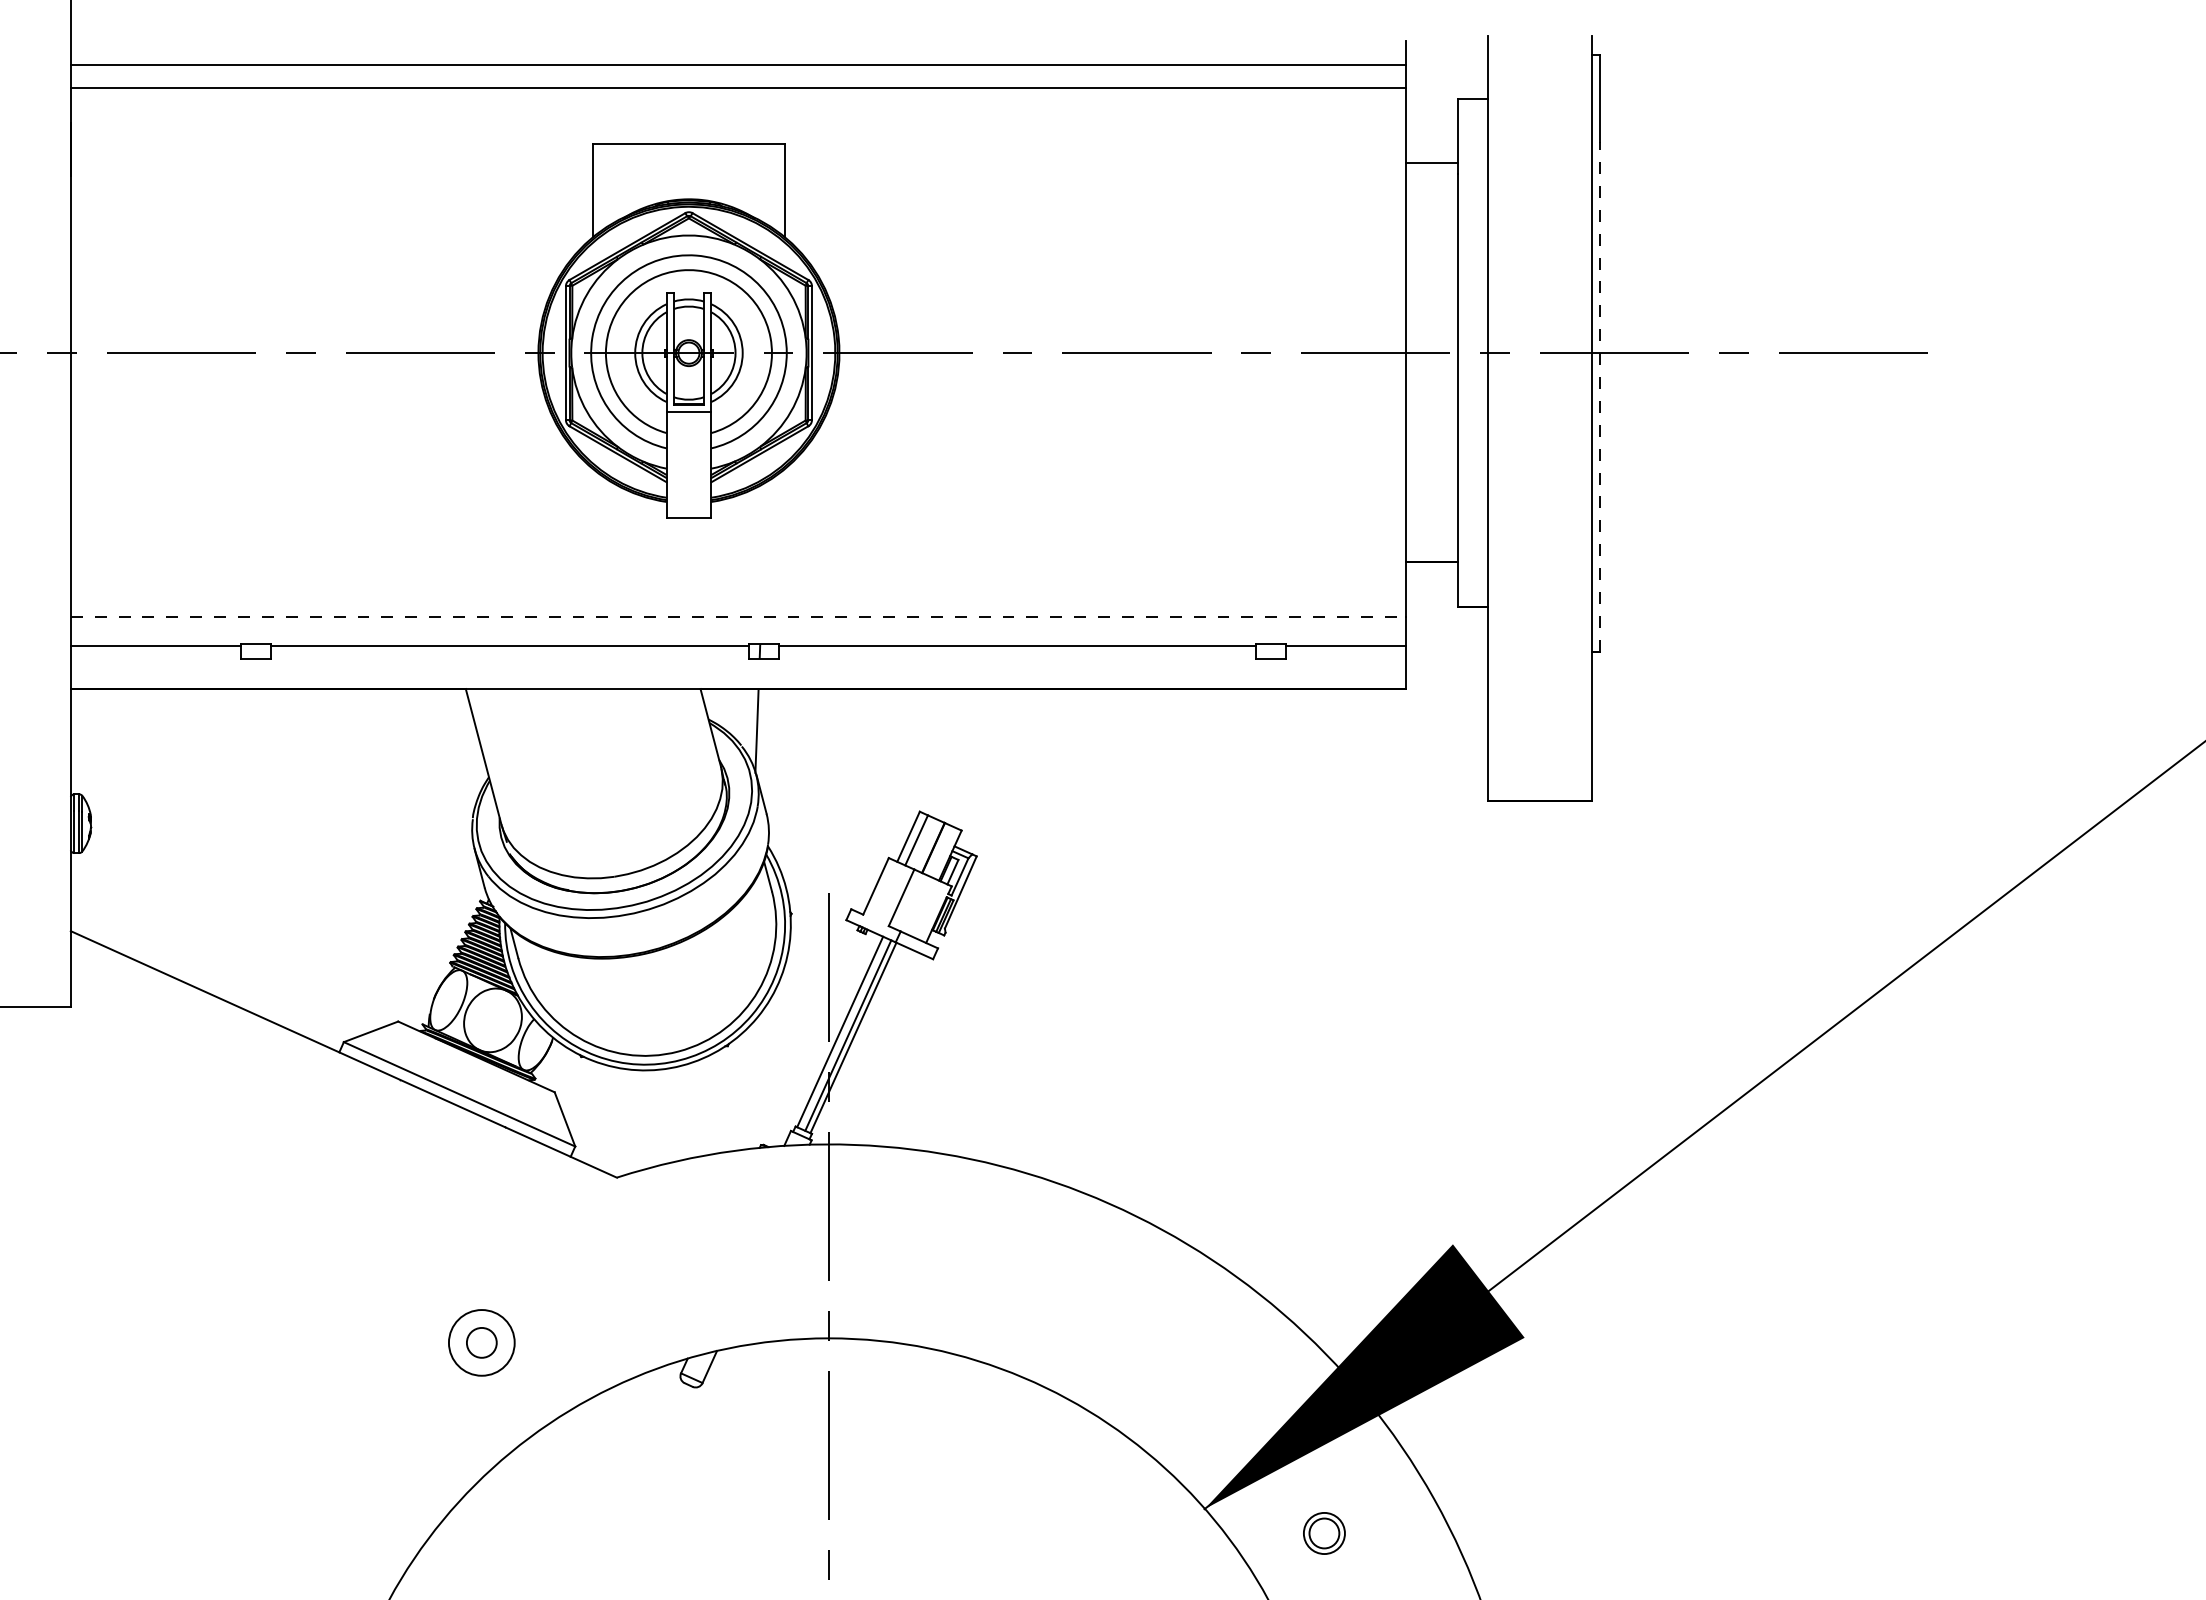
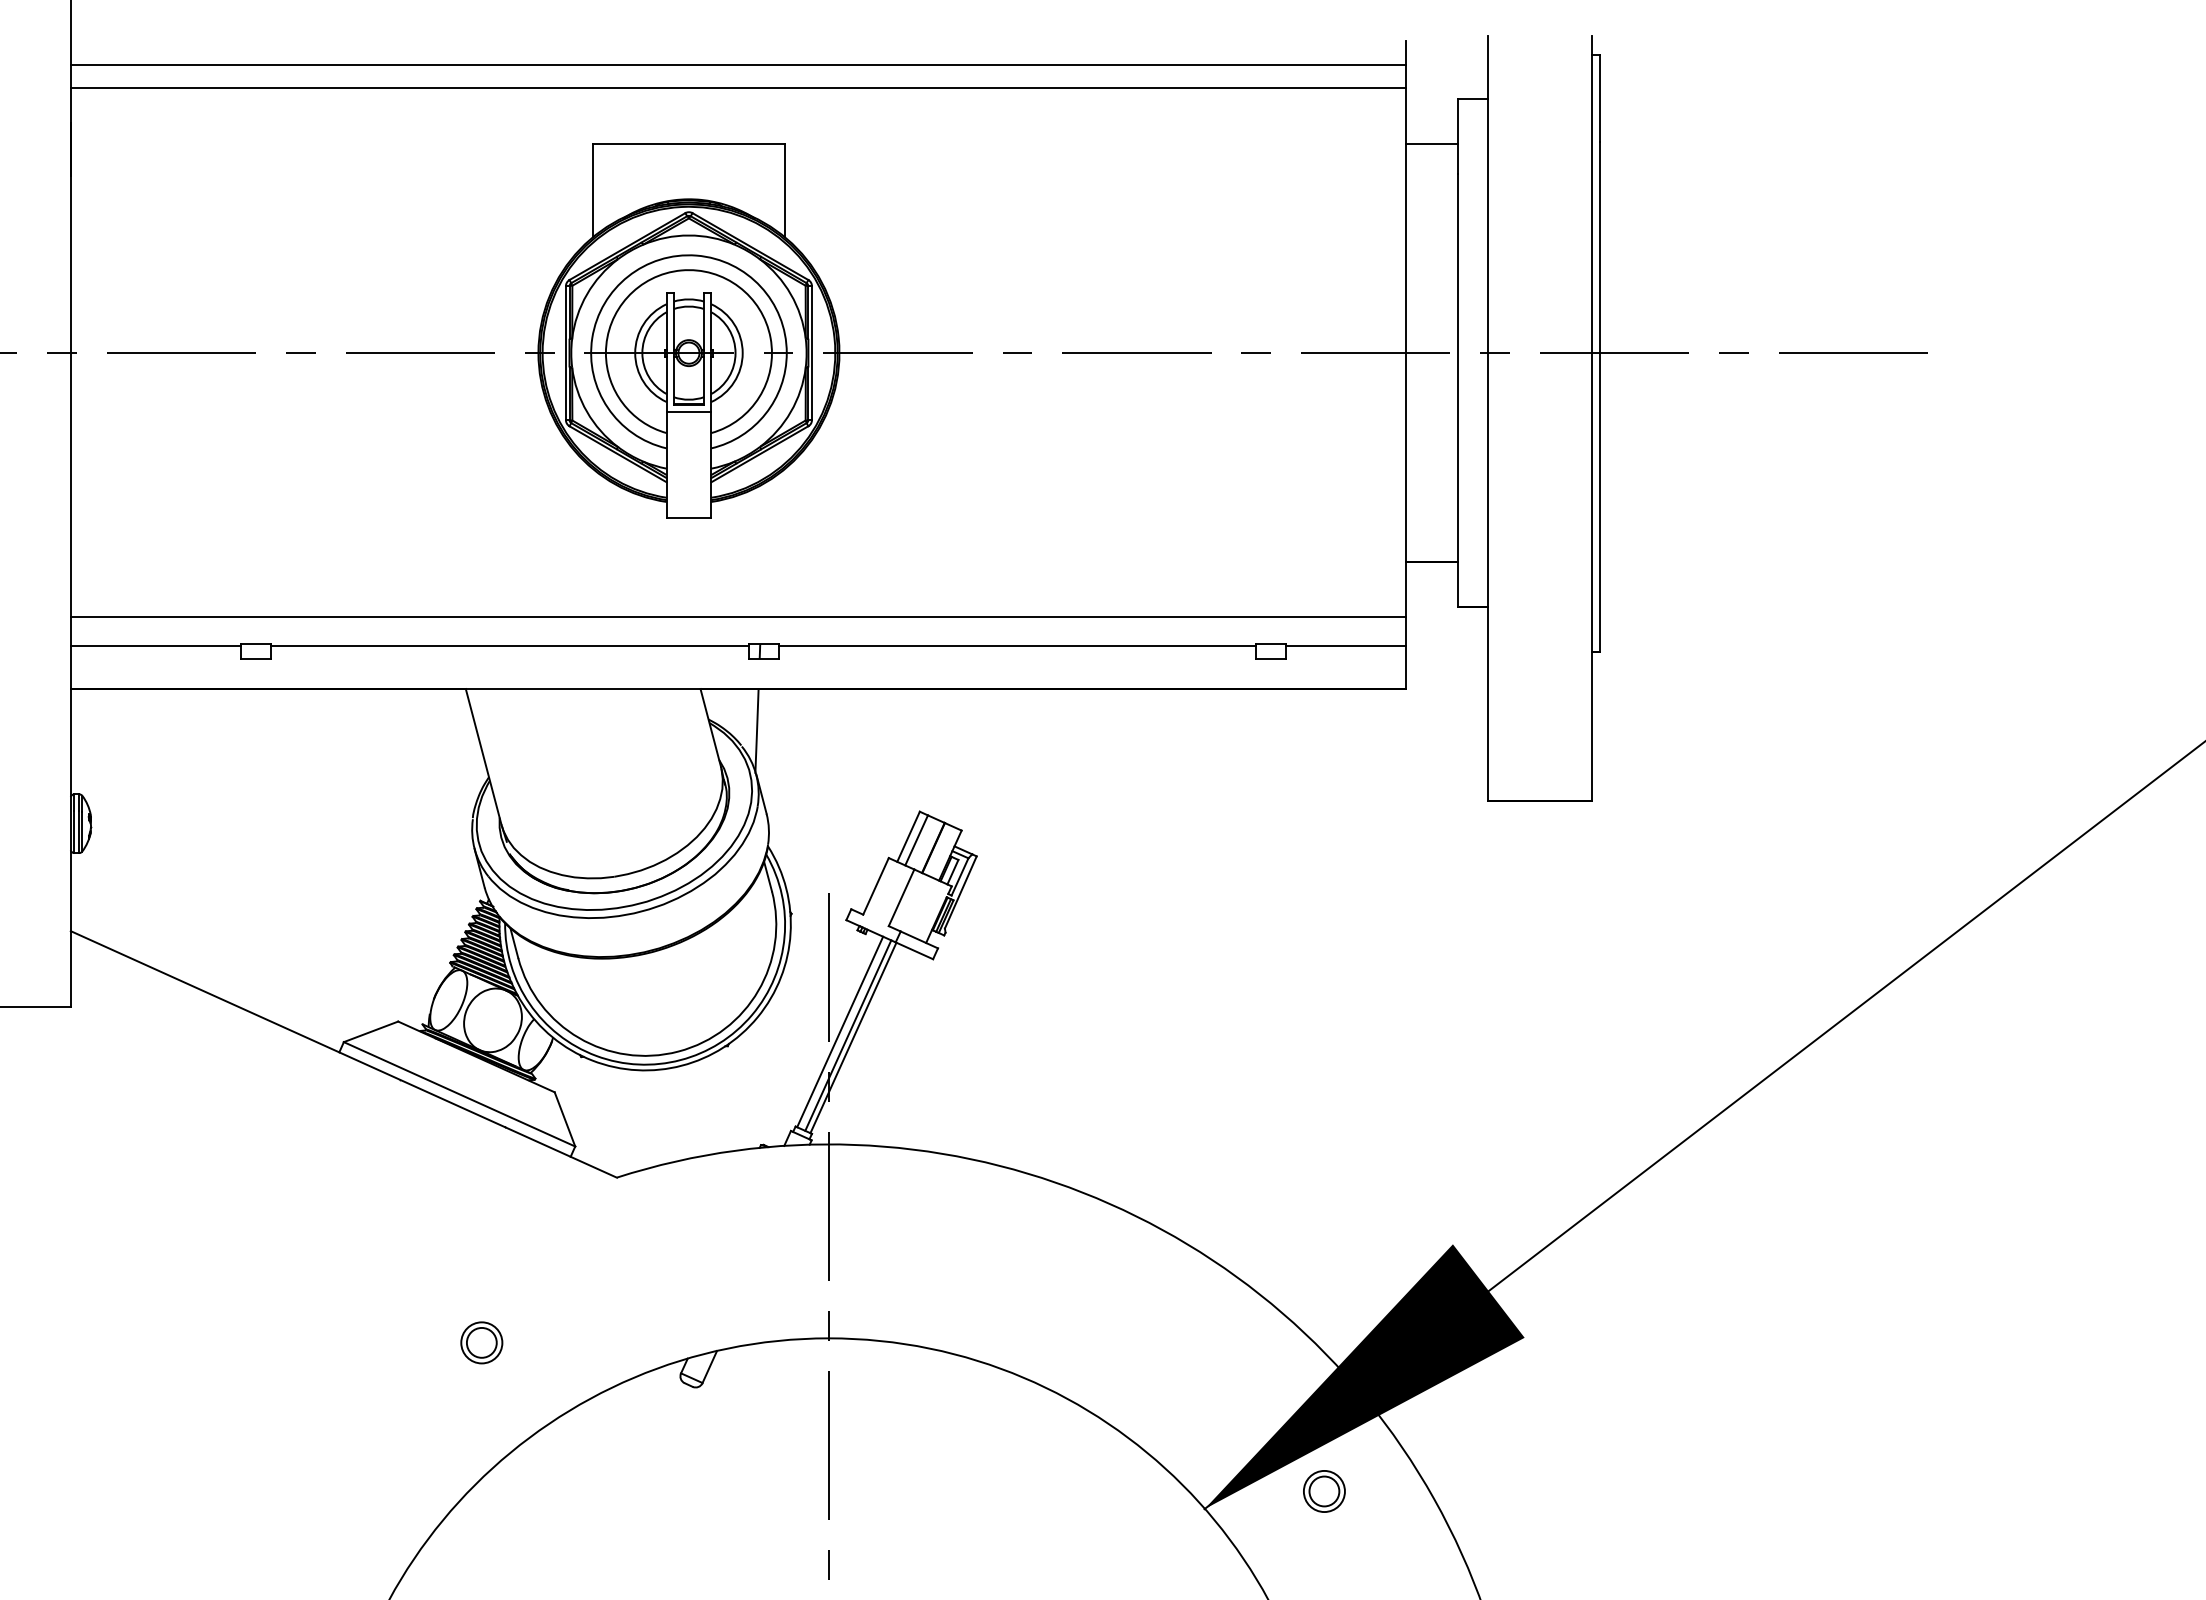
line at (1431, 163) position: (1431, 163) -> (1431, 144)
line at (1599, 396): dashed -> solid
line at (738, 617): dashed -> solid
circle at (481, 1342) diameter: 66 px -> 41 px
part at (1324, 1533) position: (1324, 1533) -> (1324, 1491)
